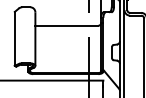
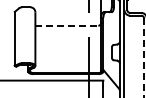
line at (67, 25): solid -> dashed
line at (144, 58): solid -> dashed
